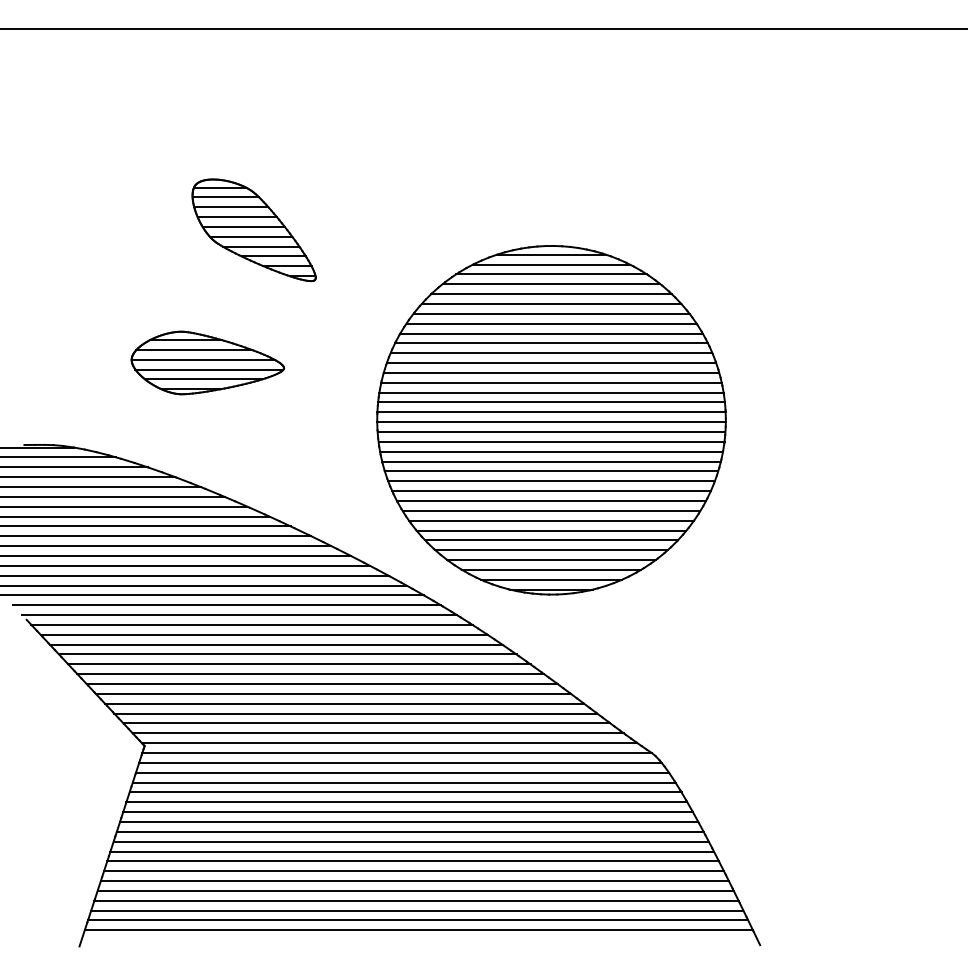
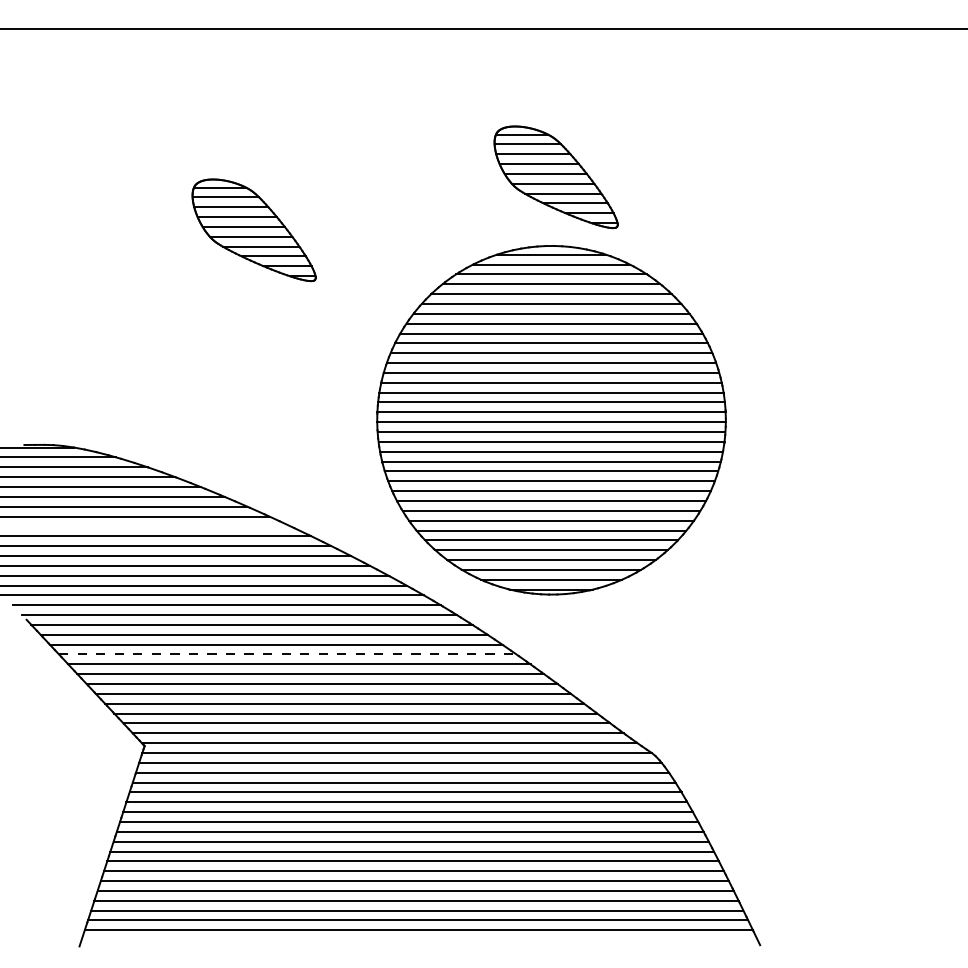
part at (555, 177): none -> present
part at (207, 362): present -> none
line at (146, 526): present -> none
line at (287, 654): solid -> dashed
